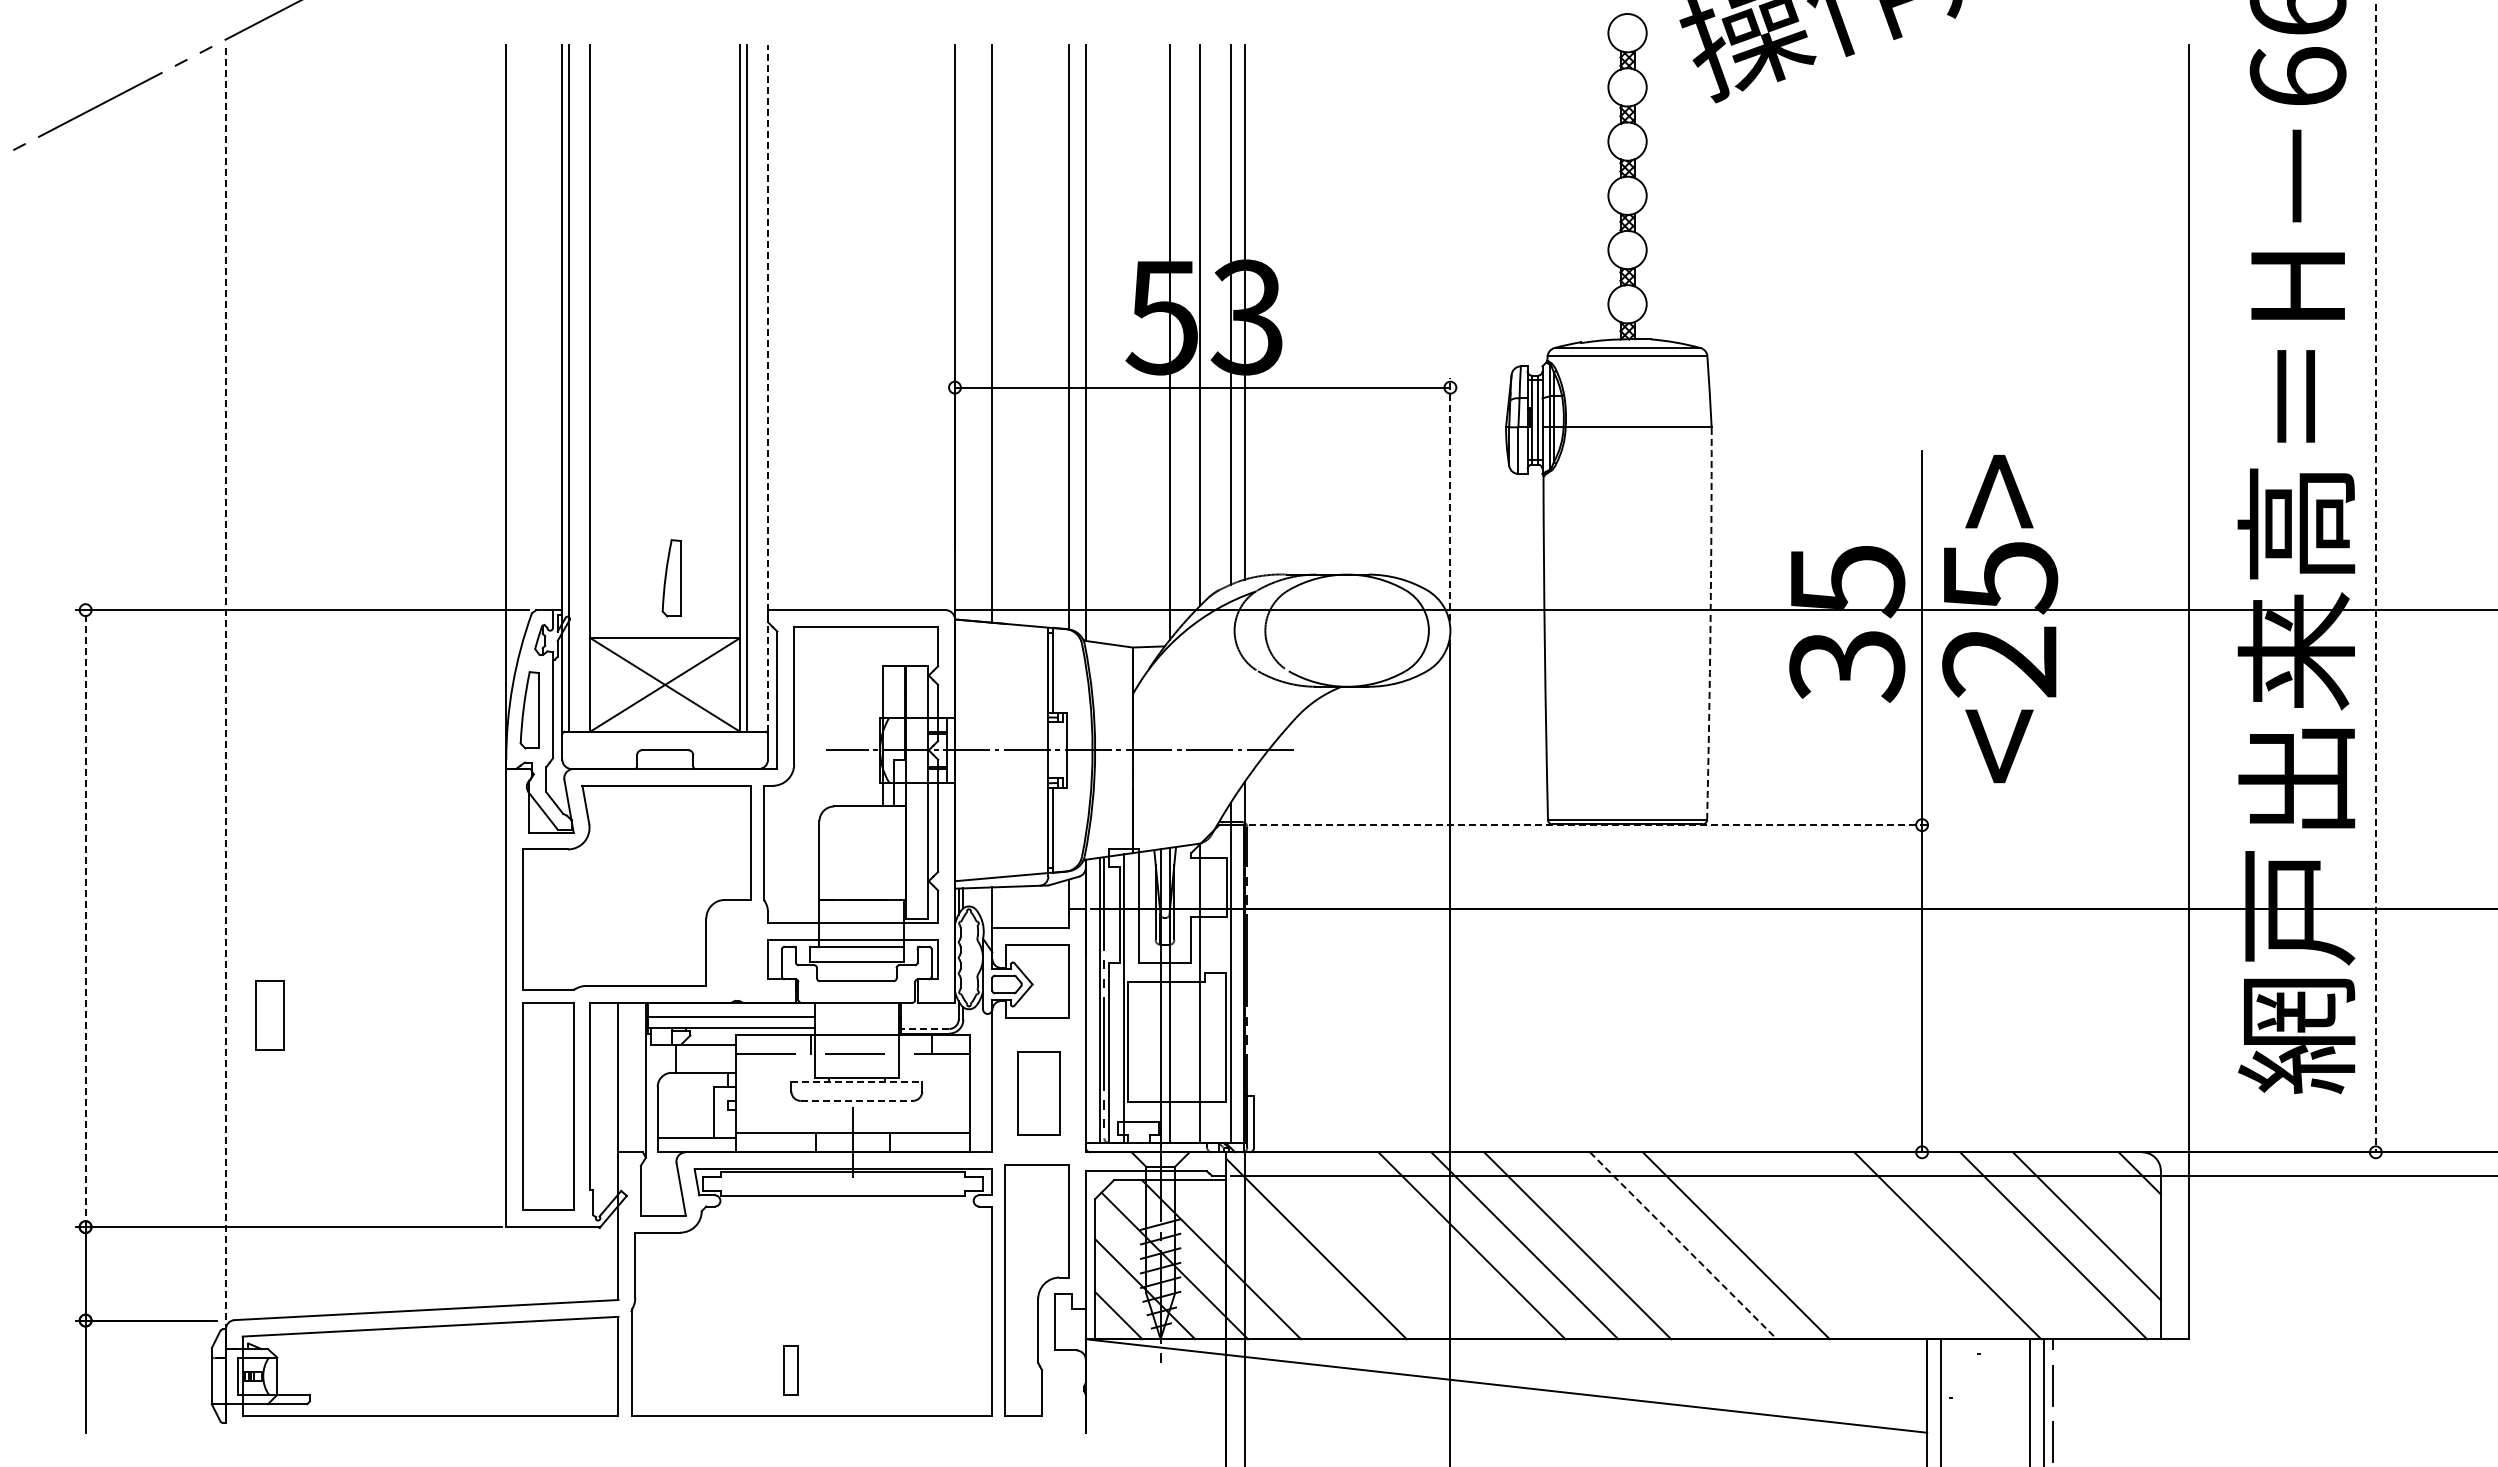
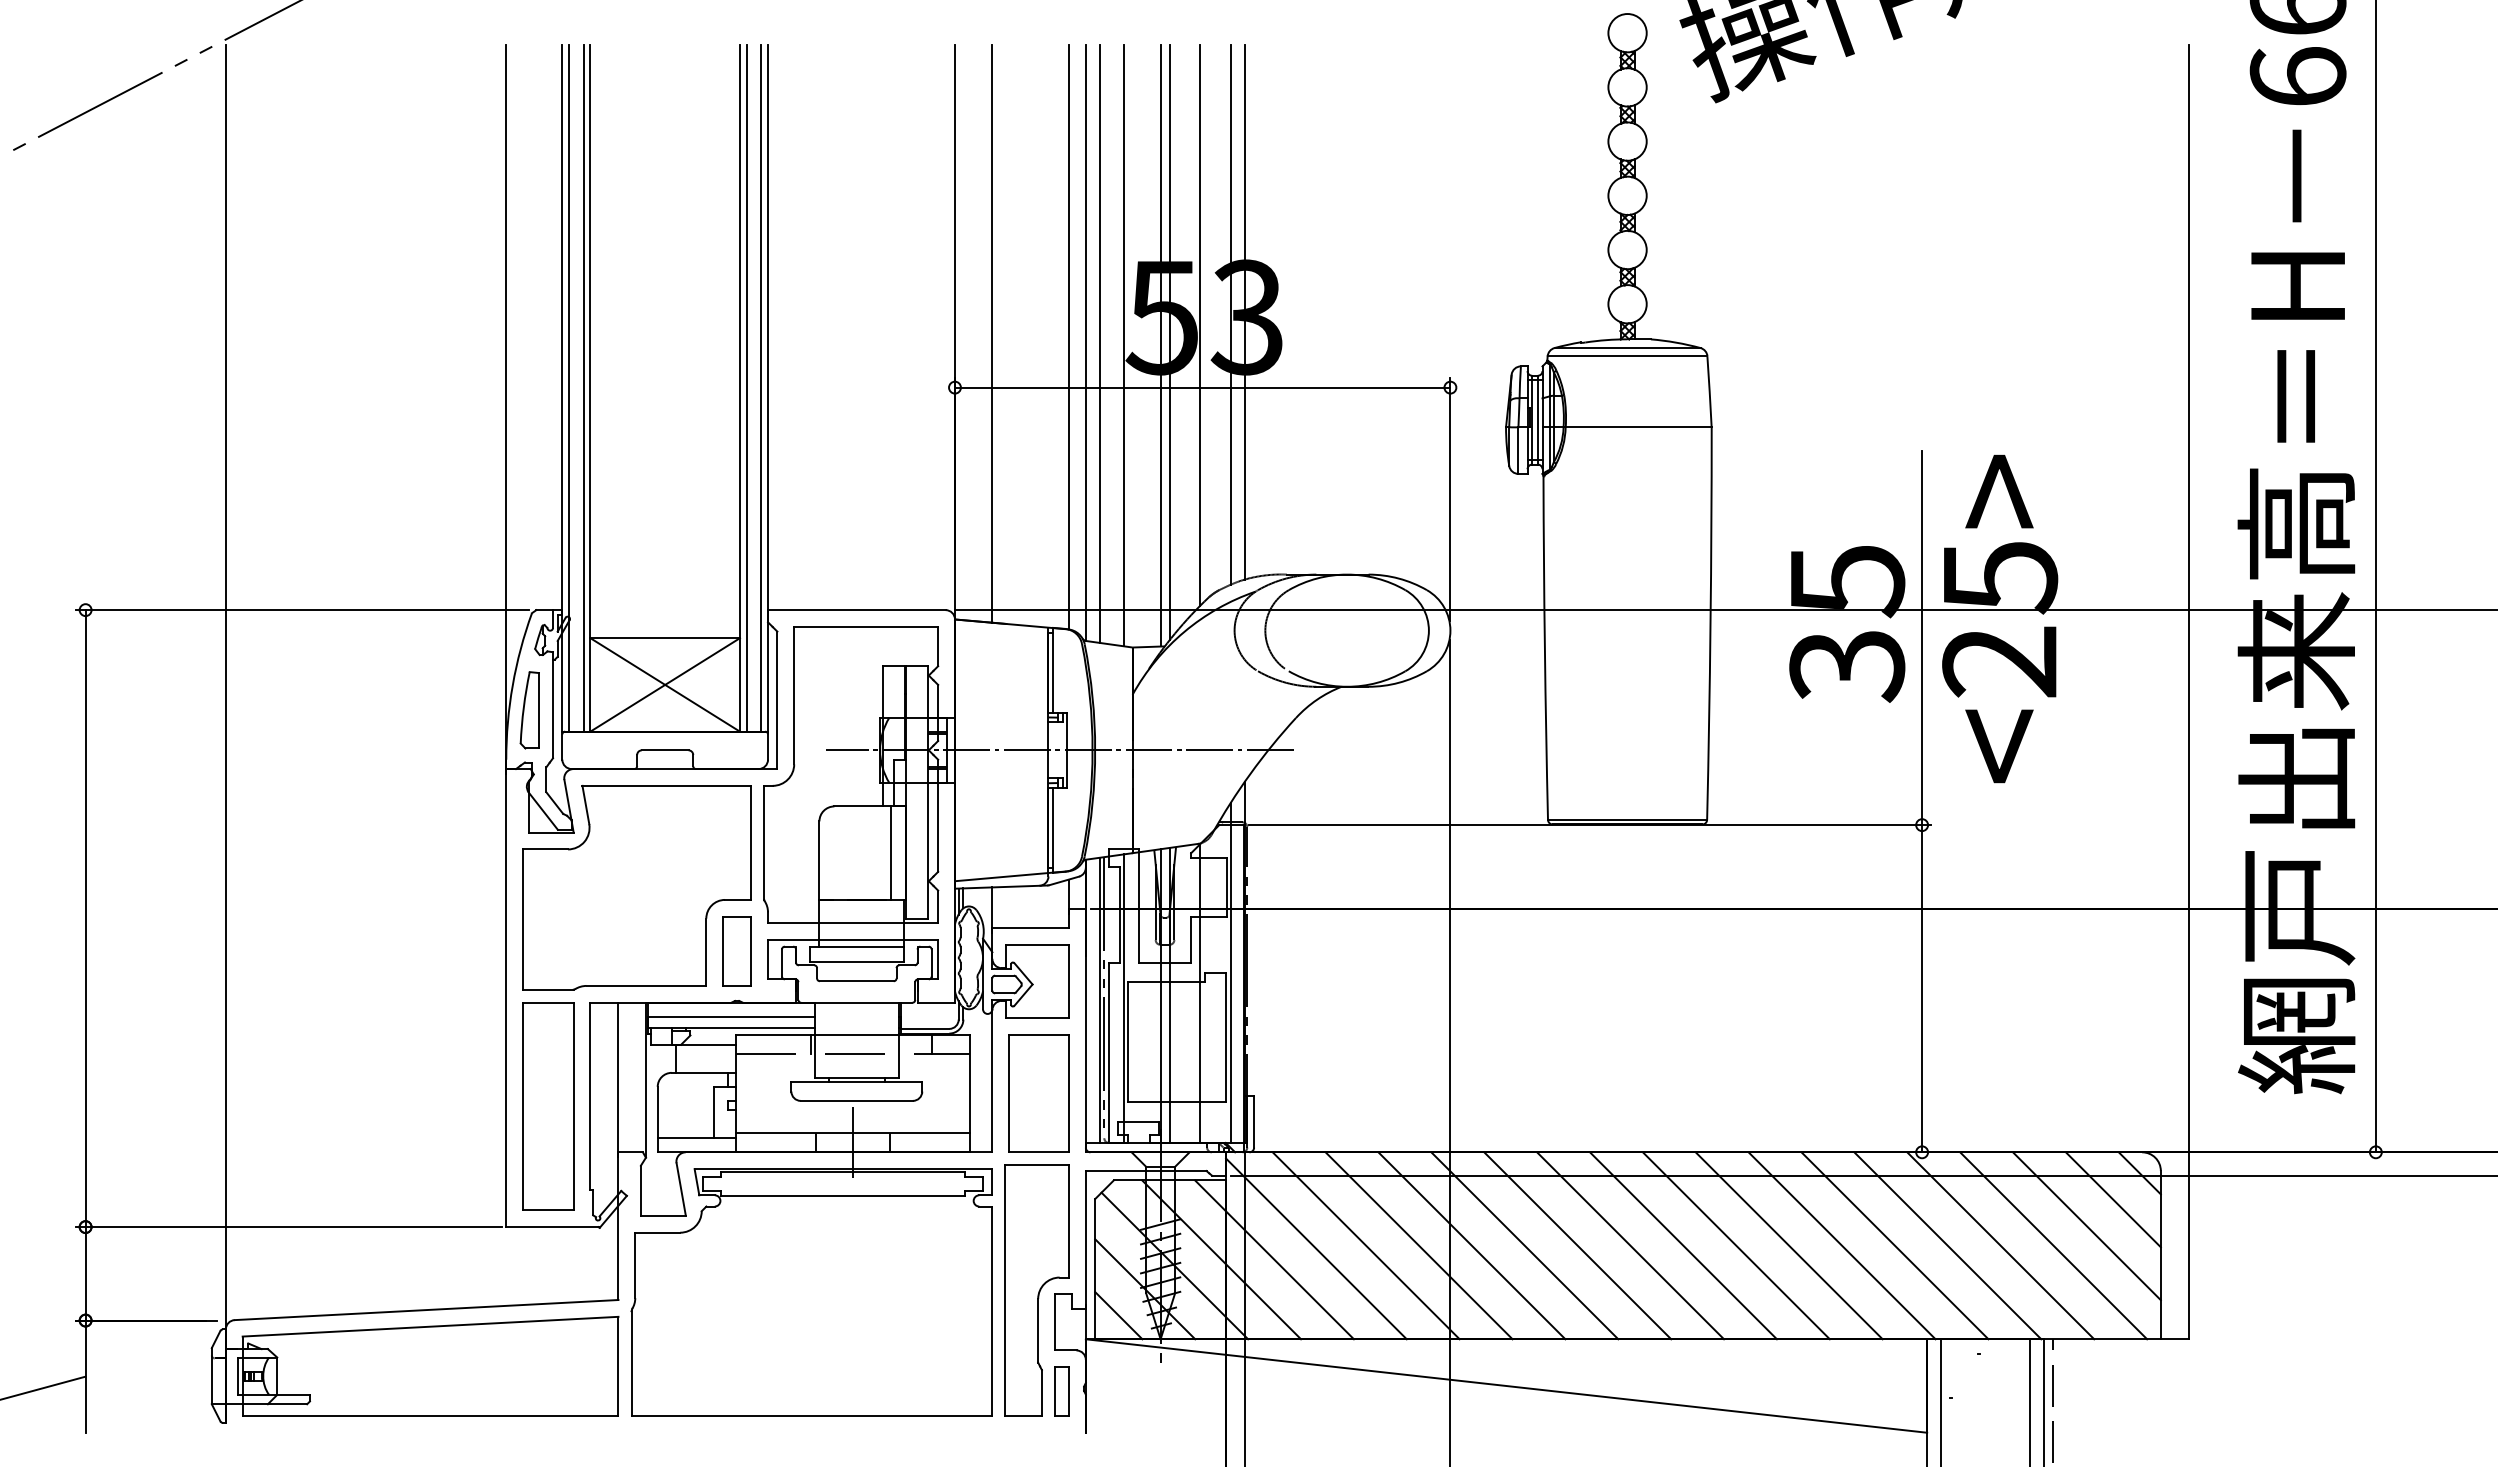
line at (1099, 343): none -> present
line at (1124, 345): none -> present
line at (1161, 345): none -> present
line at (583, 387): none -> present
line at (761, 387): none -> present
line at (768, 388): dashed -> solid
line at (1450, 499): dashed -> solid
line at (2375, 576): dashed -> solid
part at (671, 578): present -> none
arc at (1710, 623): dashed -> solid
line at (225, 687): dashed -> solid
line at (1590, 825): dashed -> solid
line at (891, 852): none -> present
line at (85, 918): dashed -> solid
part at (269, 1015) position: (269, 1015) -> (736, 951)
line at (924, 1028): dashed -> solid
line at (857, 1082): dashed -> solid
part at (1038, 1093) size: 44x85 px -> 62x119 px
line at (857, 1100): dashed -> solid
line at (2112, 1199): none -> present
line at (1365, 1245): none -> present
line at (1418, 1245): none -> present
line at (1630, 1245): none -> present
line at (1788, 1245): none -> present
line at (1841, 1245): none -> present
line at (1894, 1245): none -> present
line at (2000, 1245): none -> present
line at (1683, 1246): dashed -> solid
line at (1274, 1259): none -> present
part at (790, 1370) position: (790, 1370) -> (1061, 1391)
line at (43, 1387): none -> present
